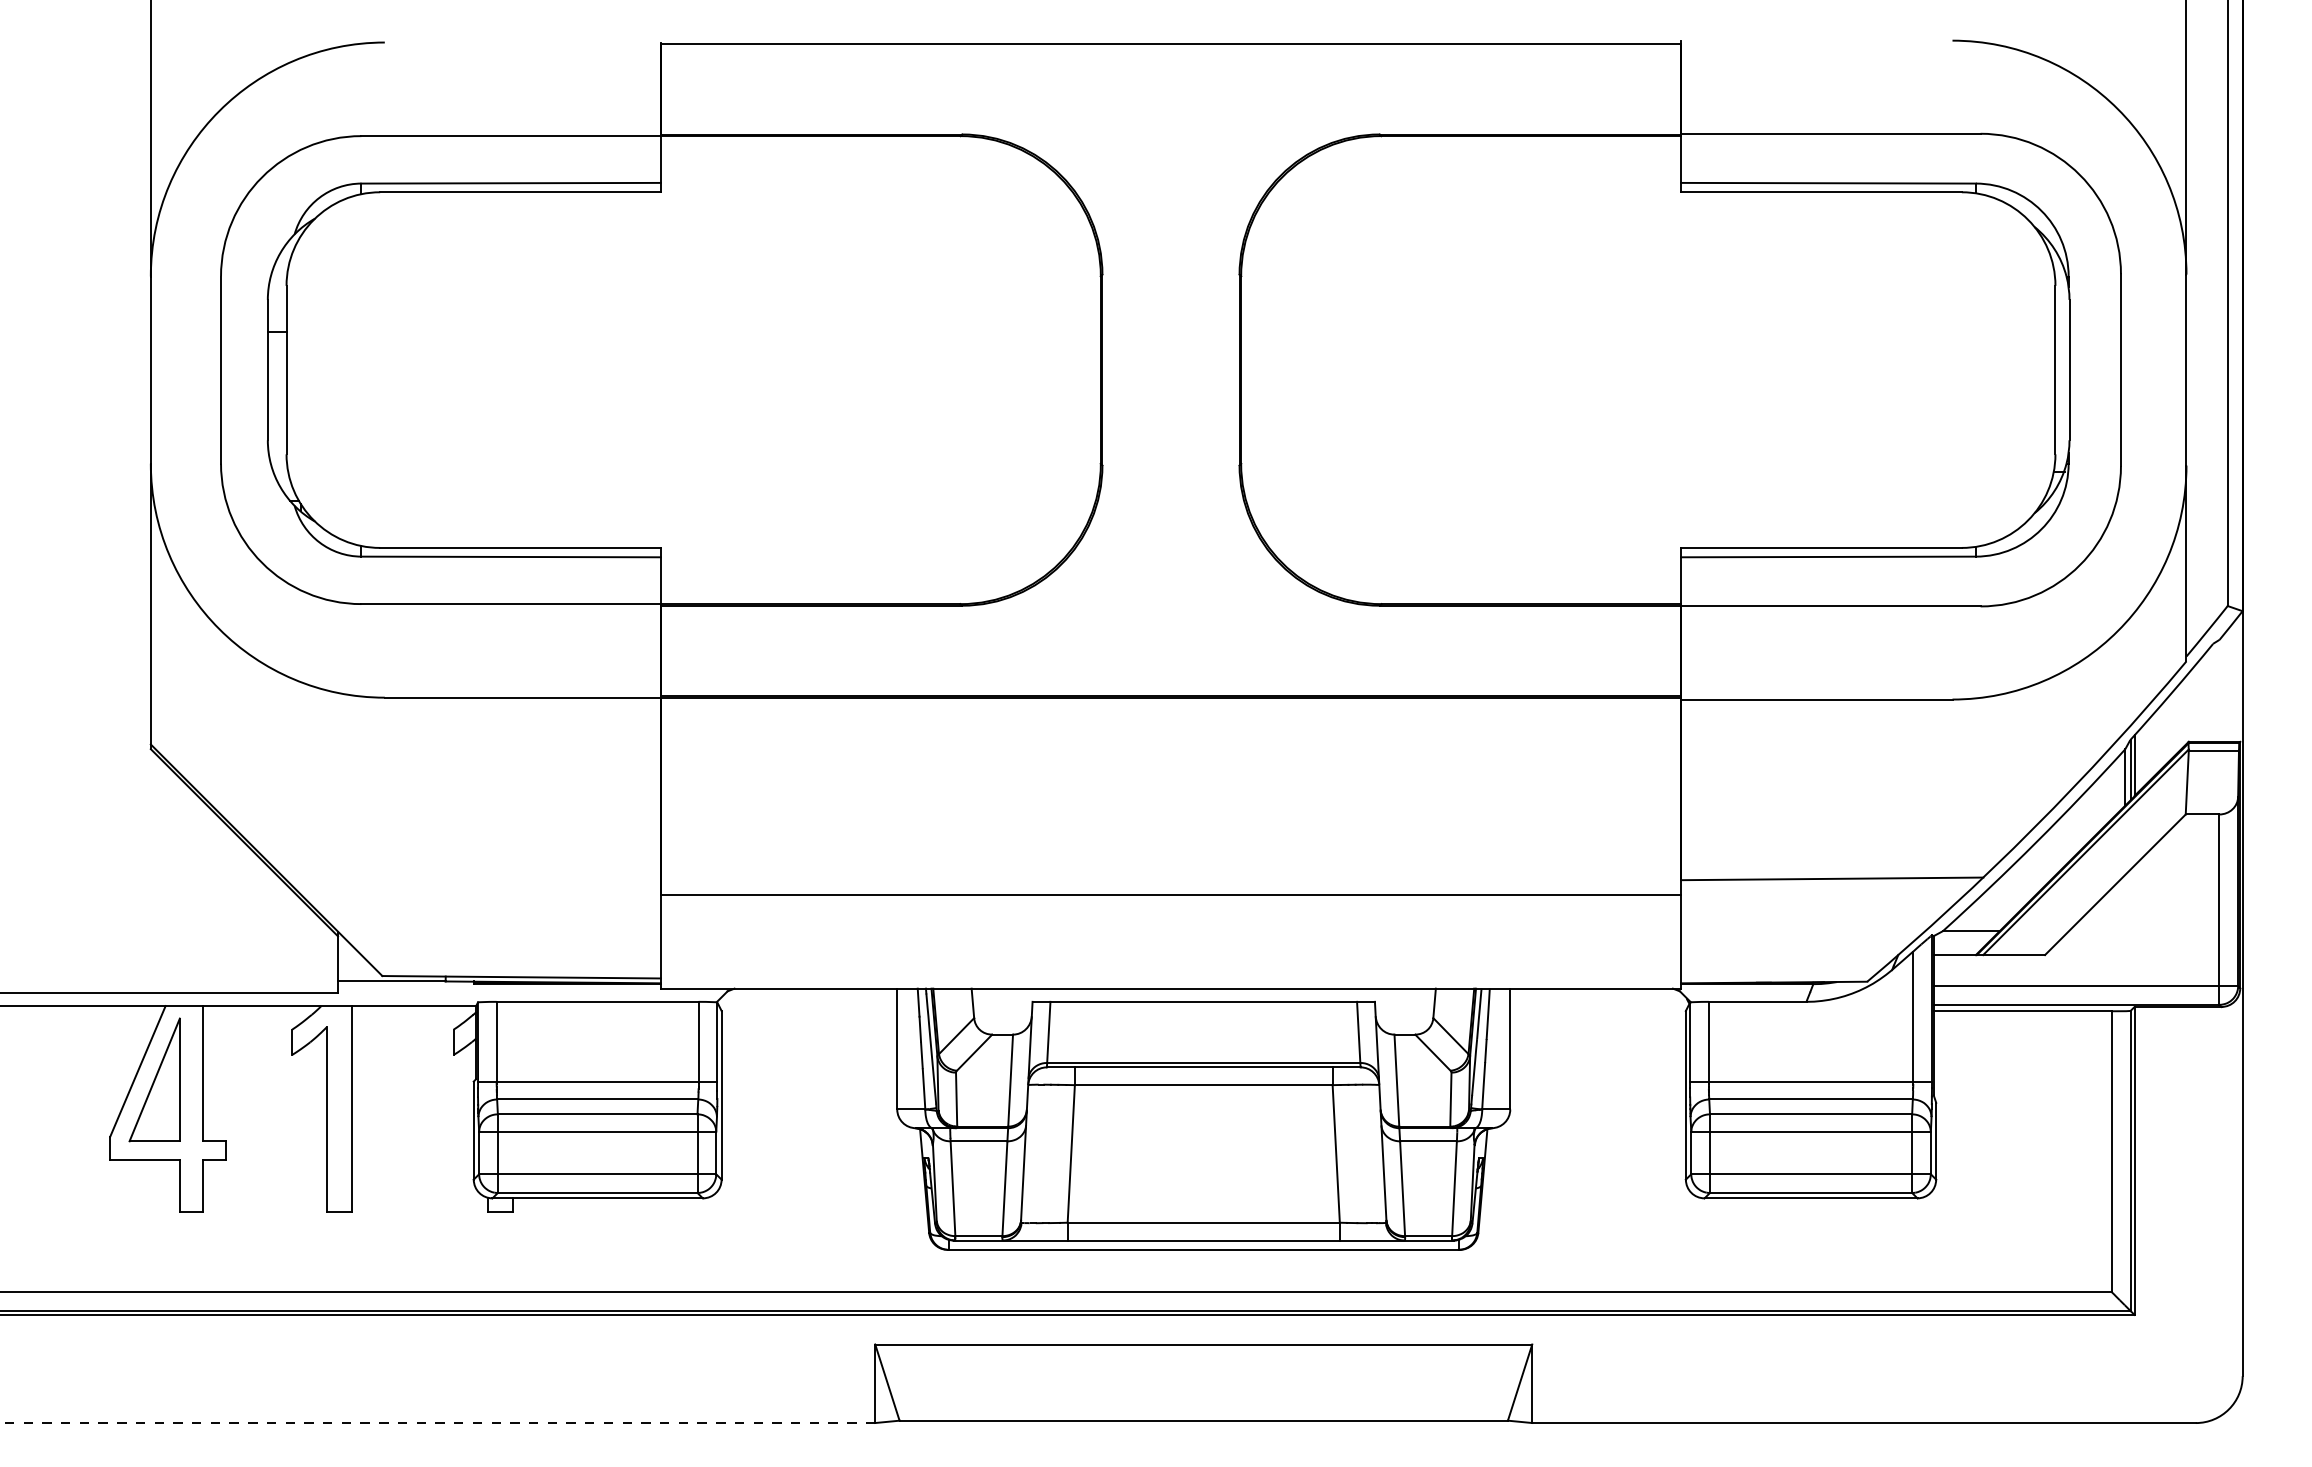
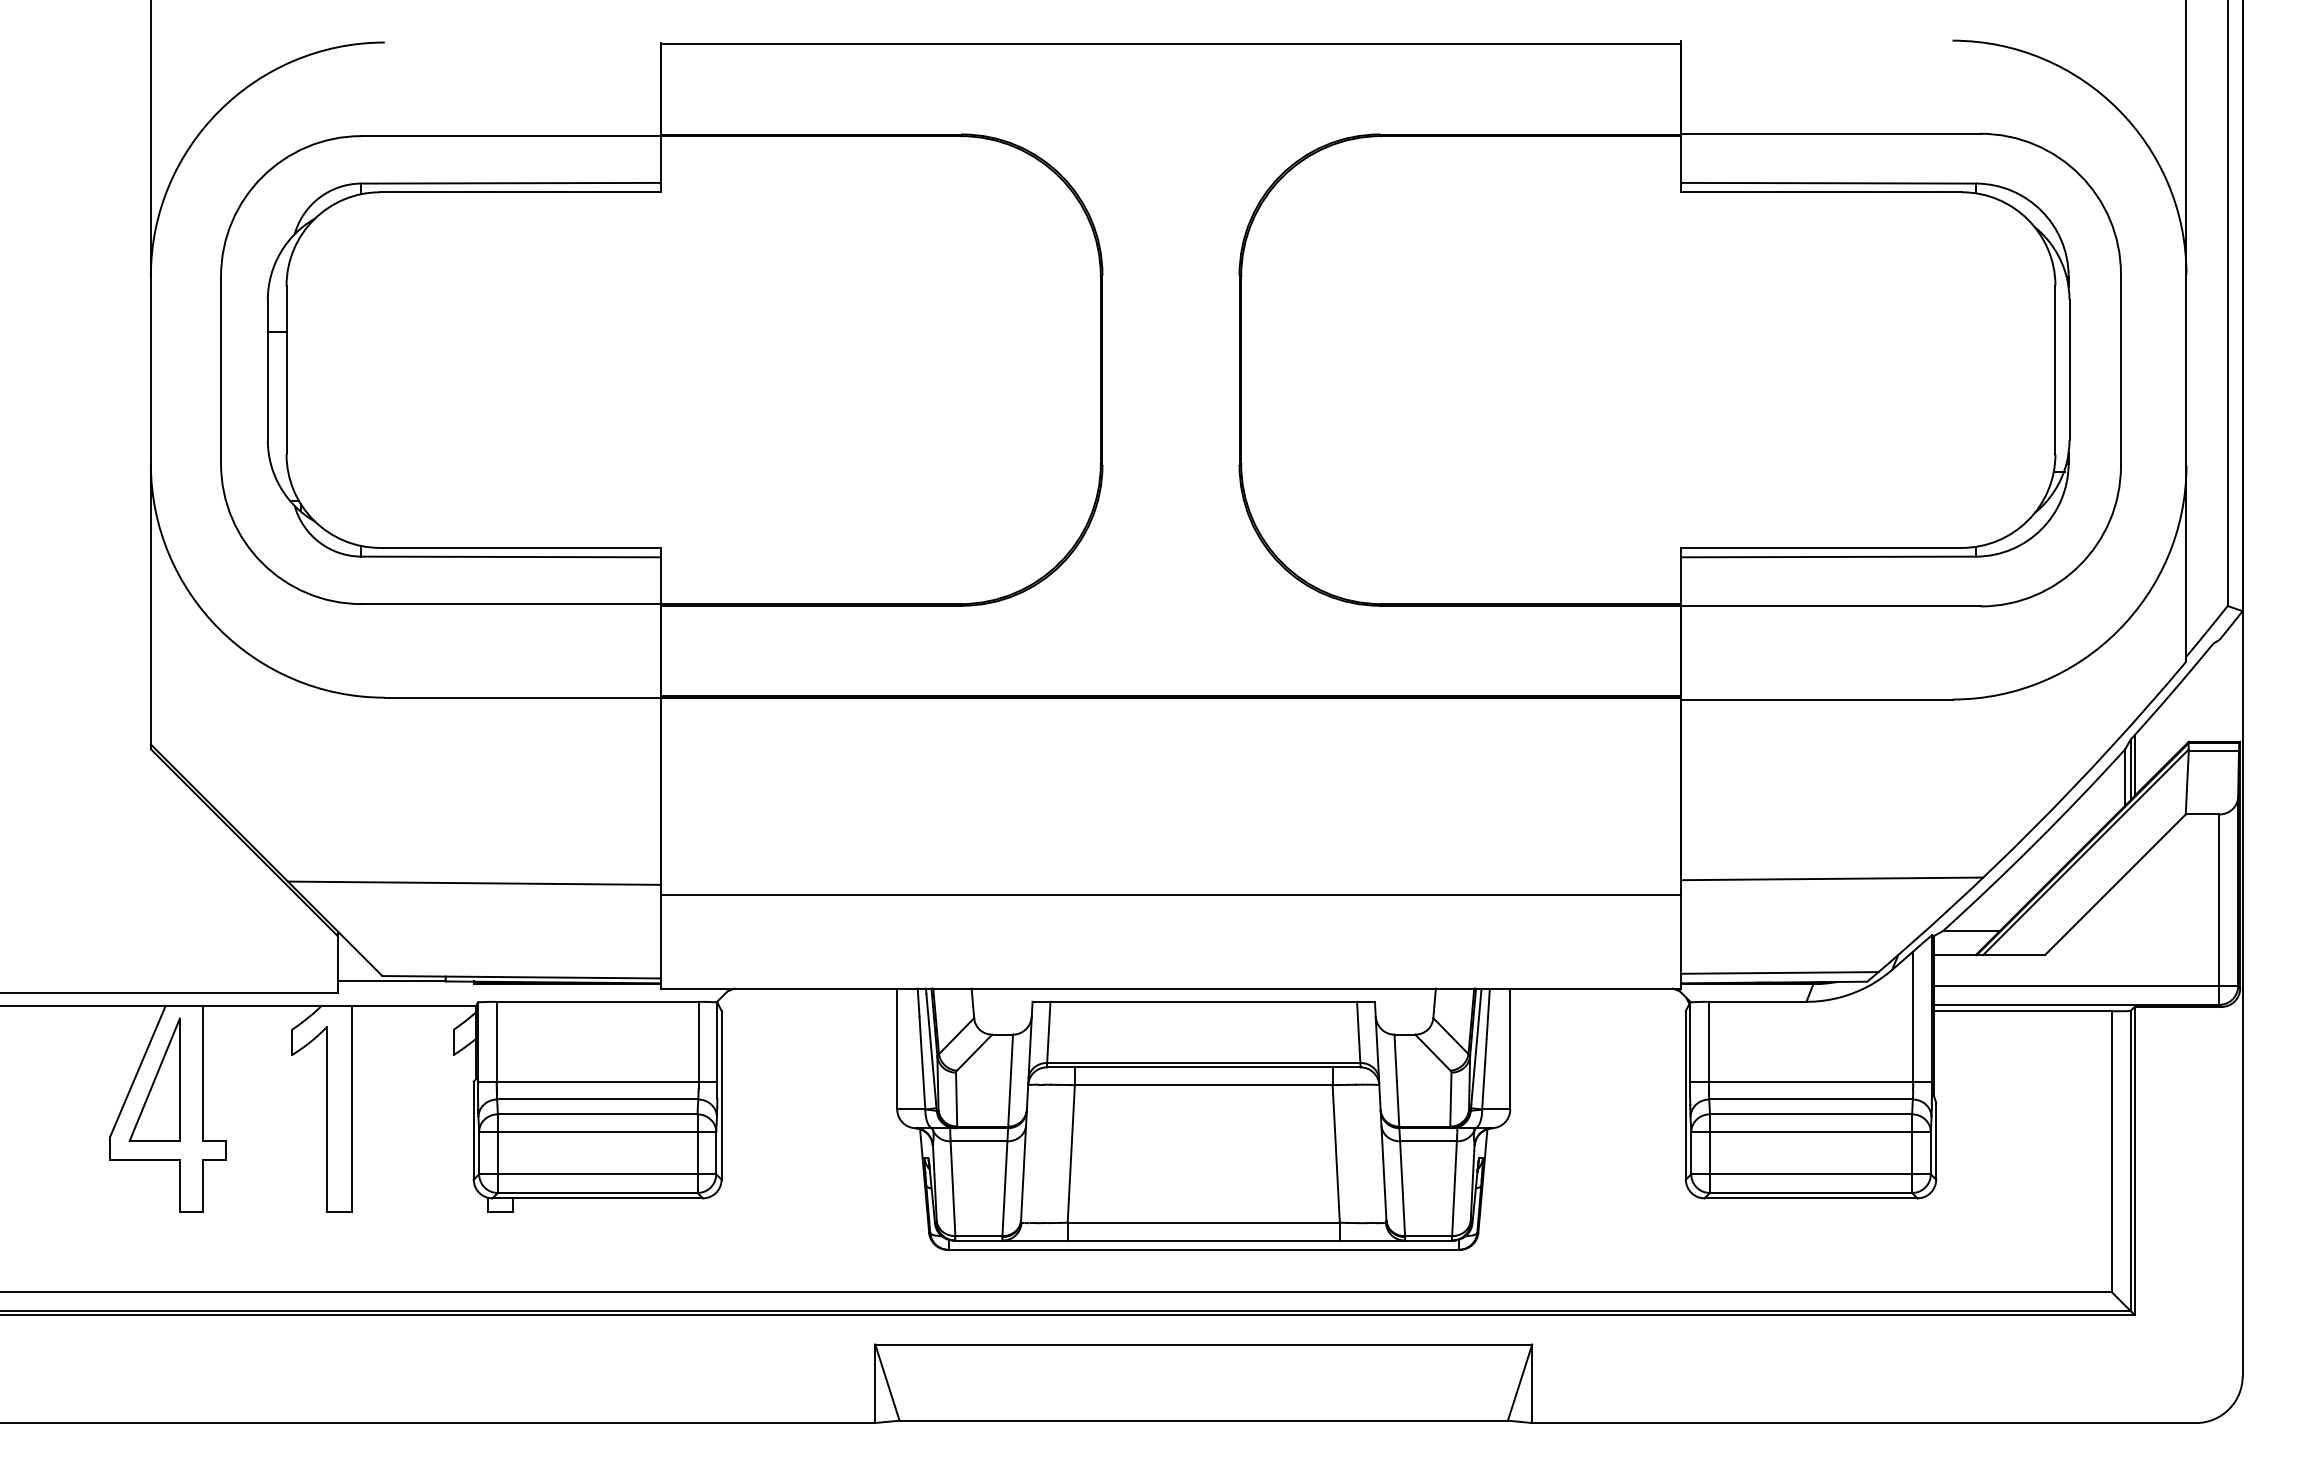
line at (473, 882): none -> present
line at (1779, 972): none -> present
line at (437, 1423): dashed -> solid
